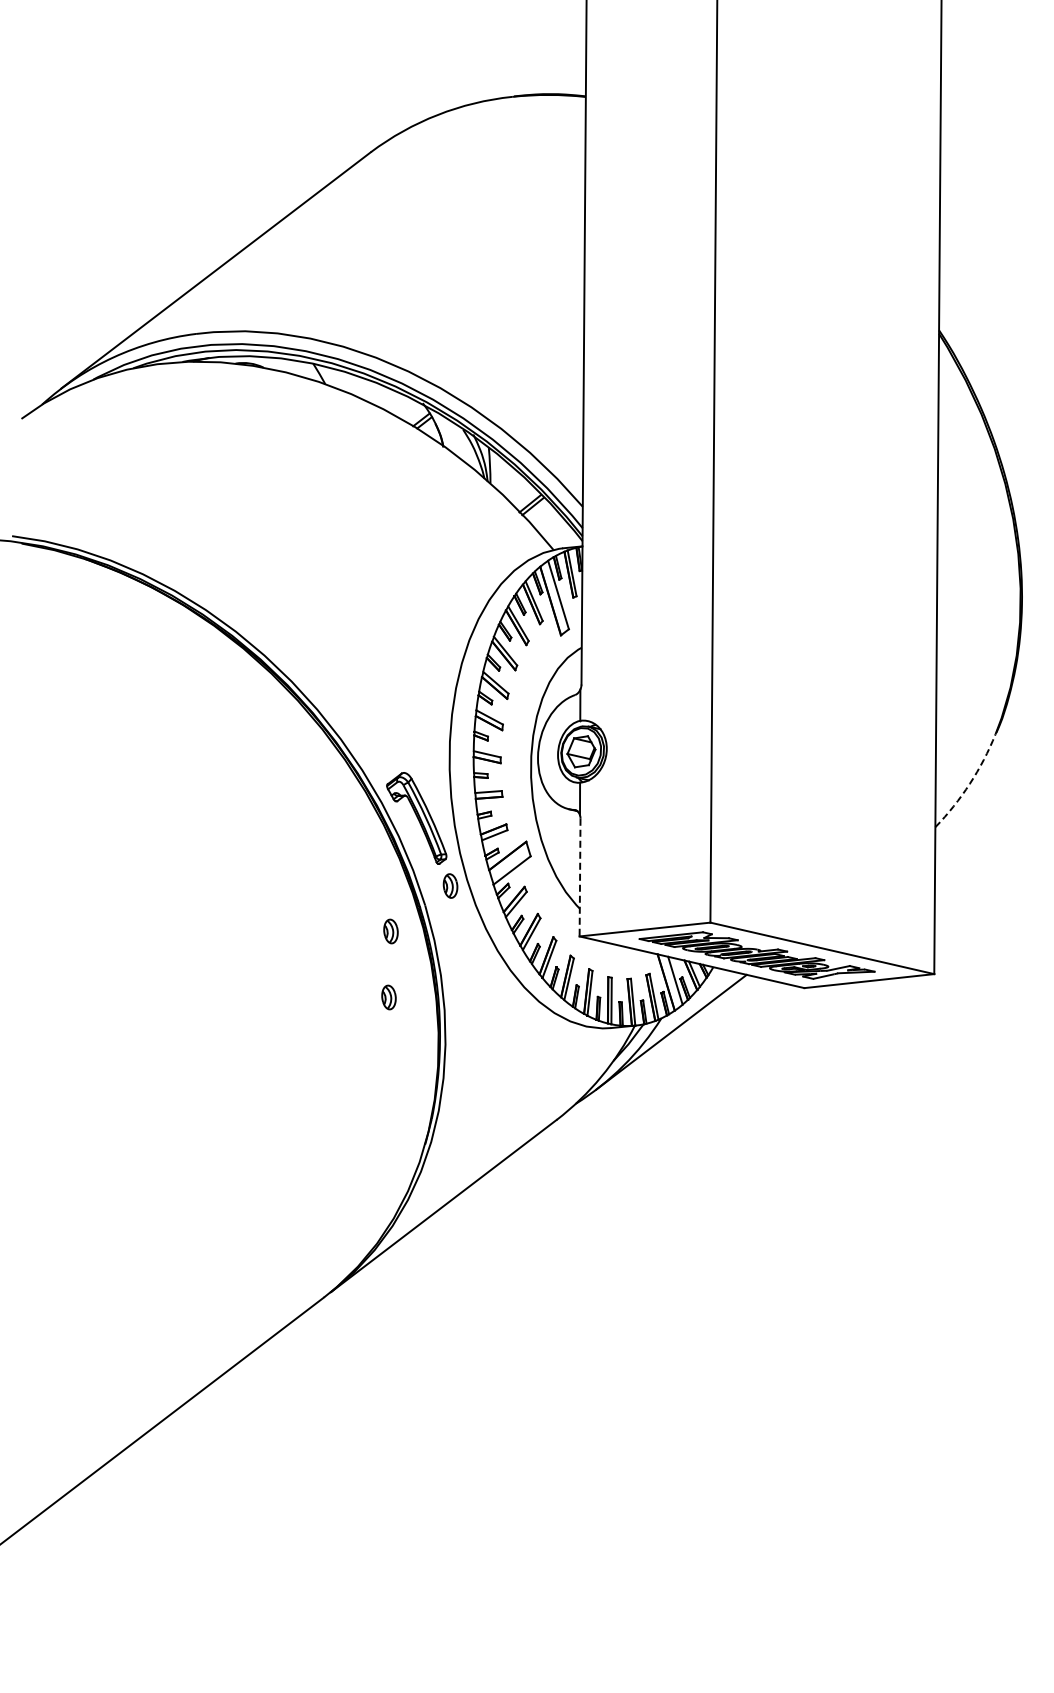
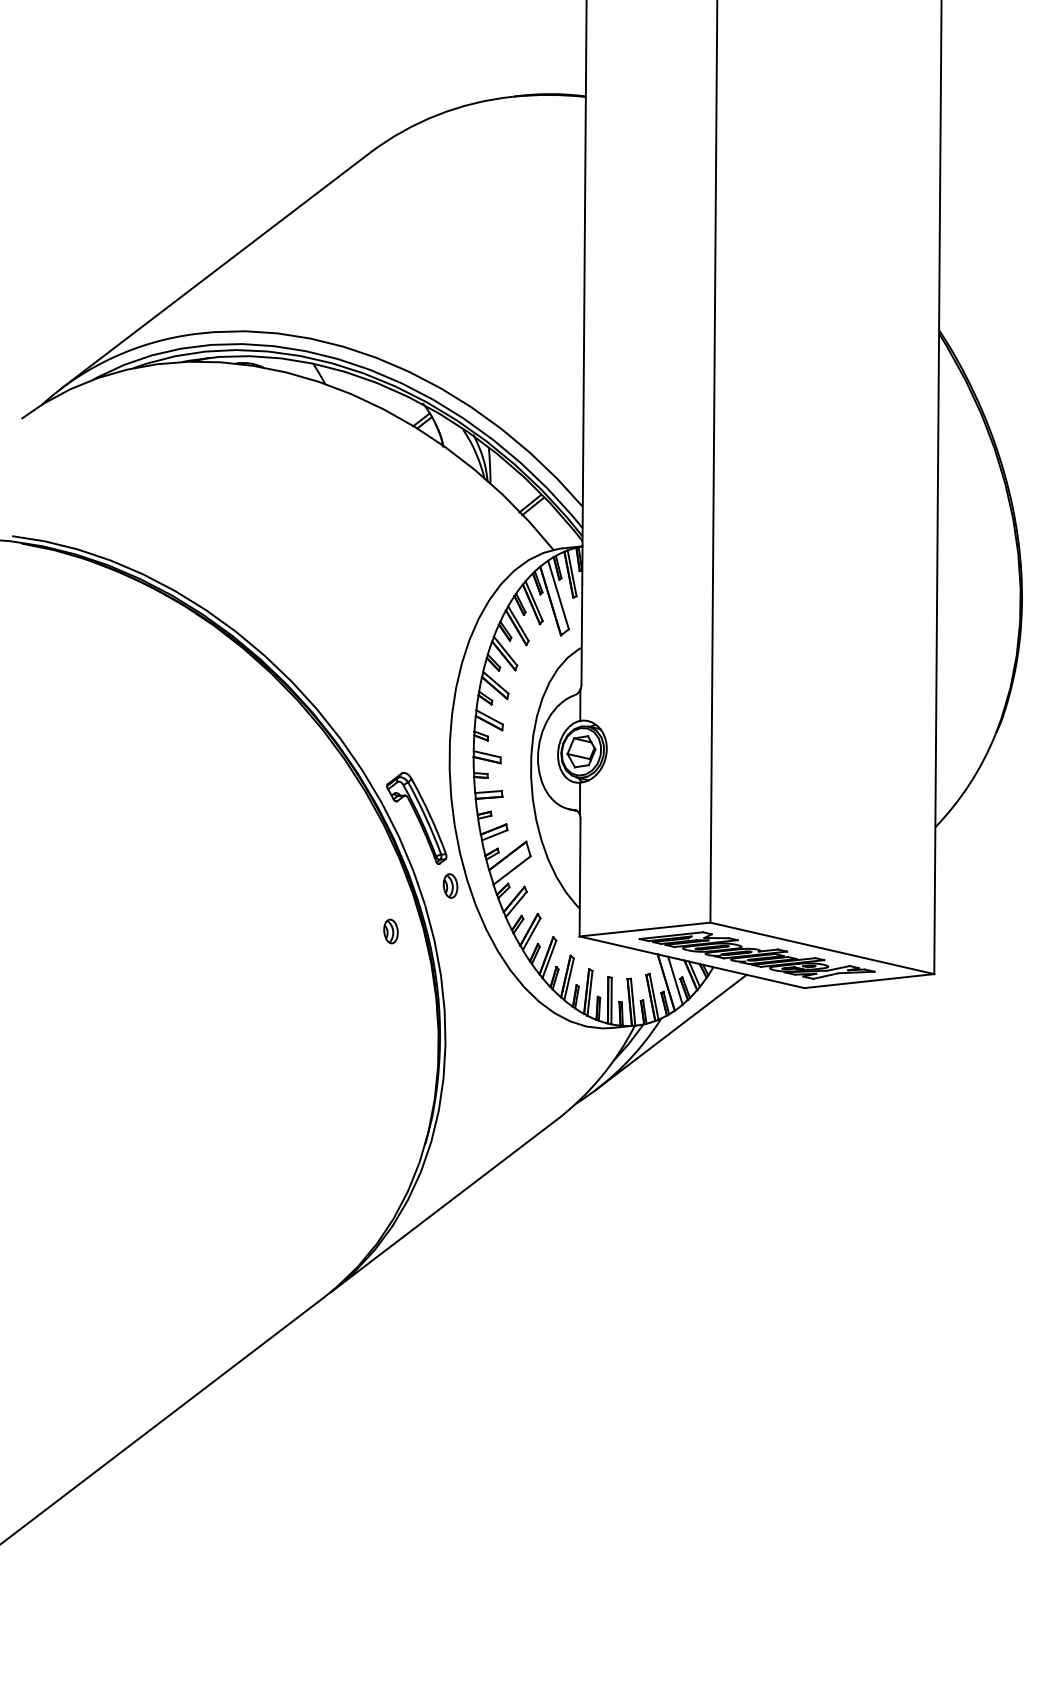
arc at (969, 783): dashed -> solid
line at (580, 877): dashed -> solid
part at (388, 997): present -> none
